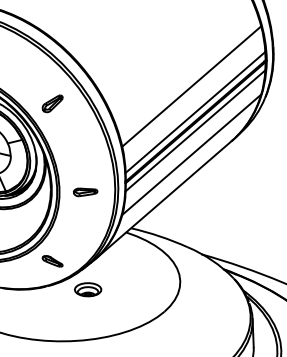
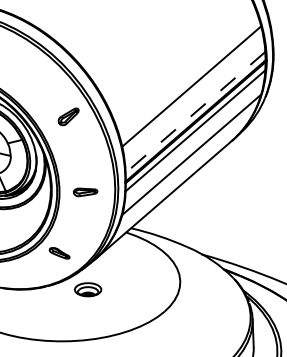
part at (52, 103) position: (52, 103) -> (68, 116)
line at (195, 112): solid -> dashed
part at (52, 261) position: (52, 261) -> (59, 253)
